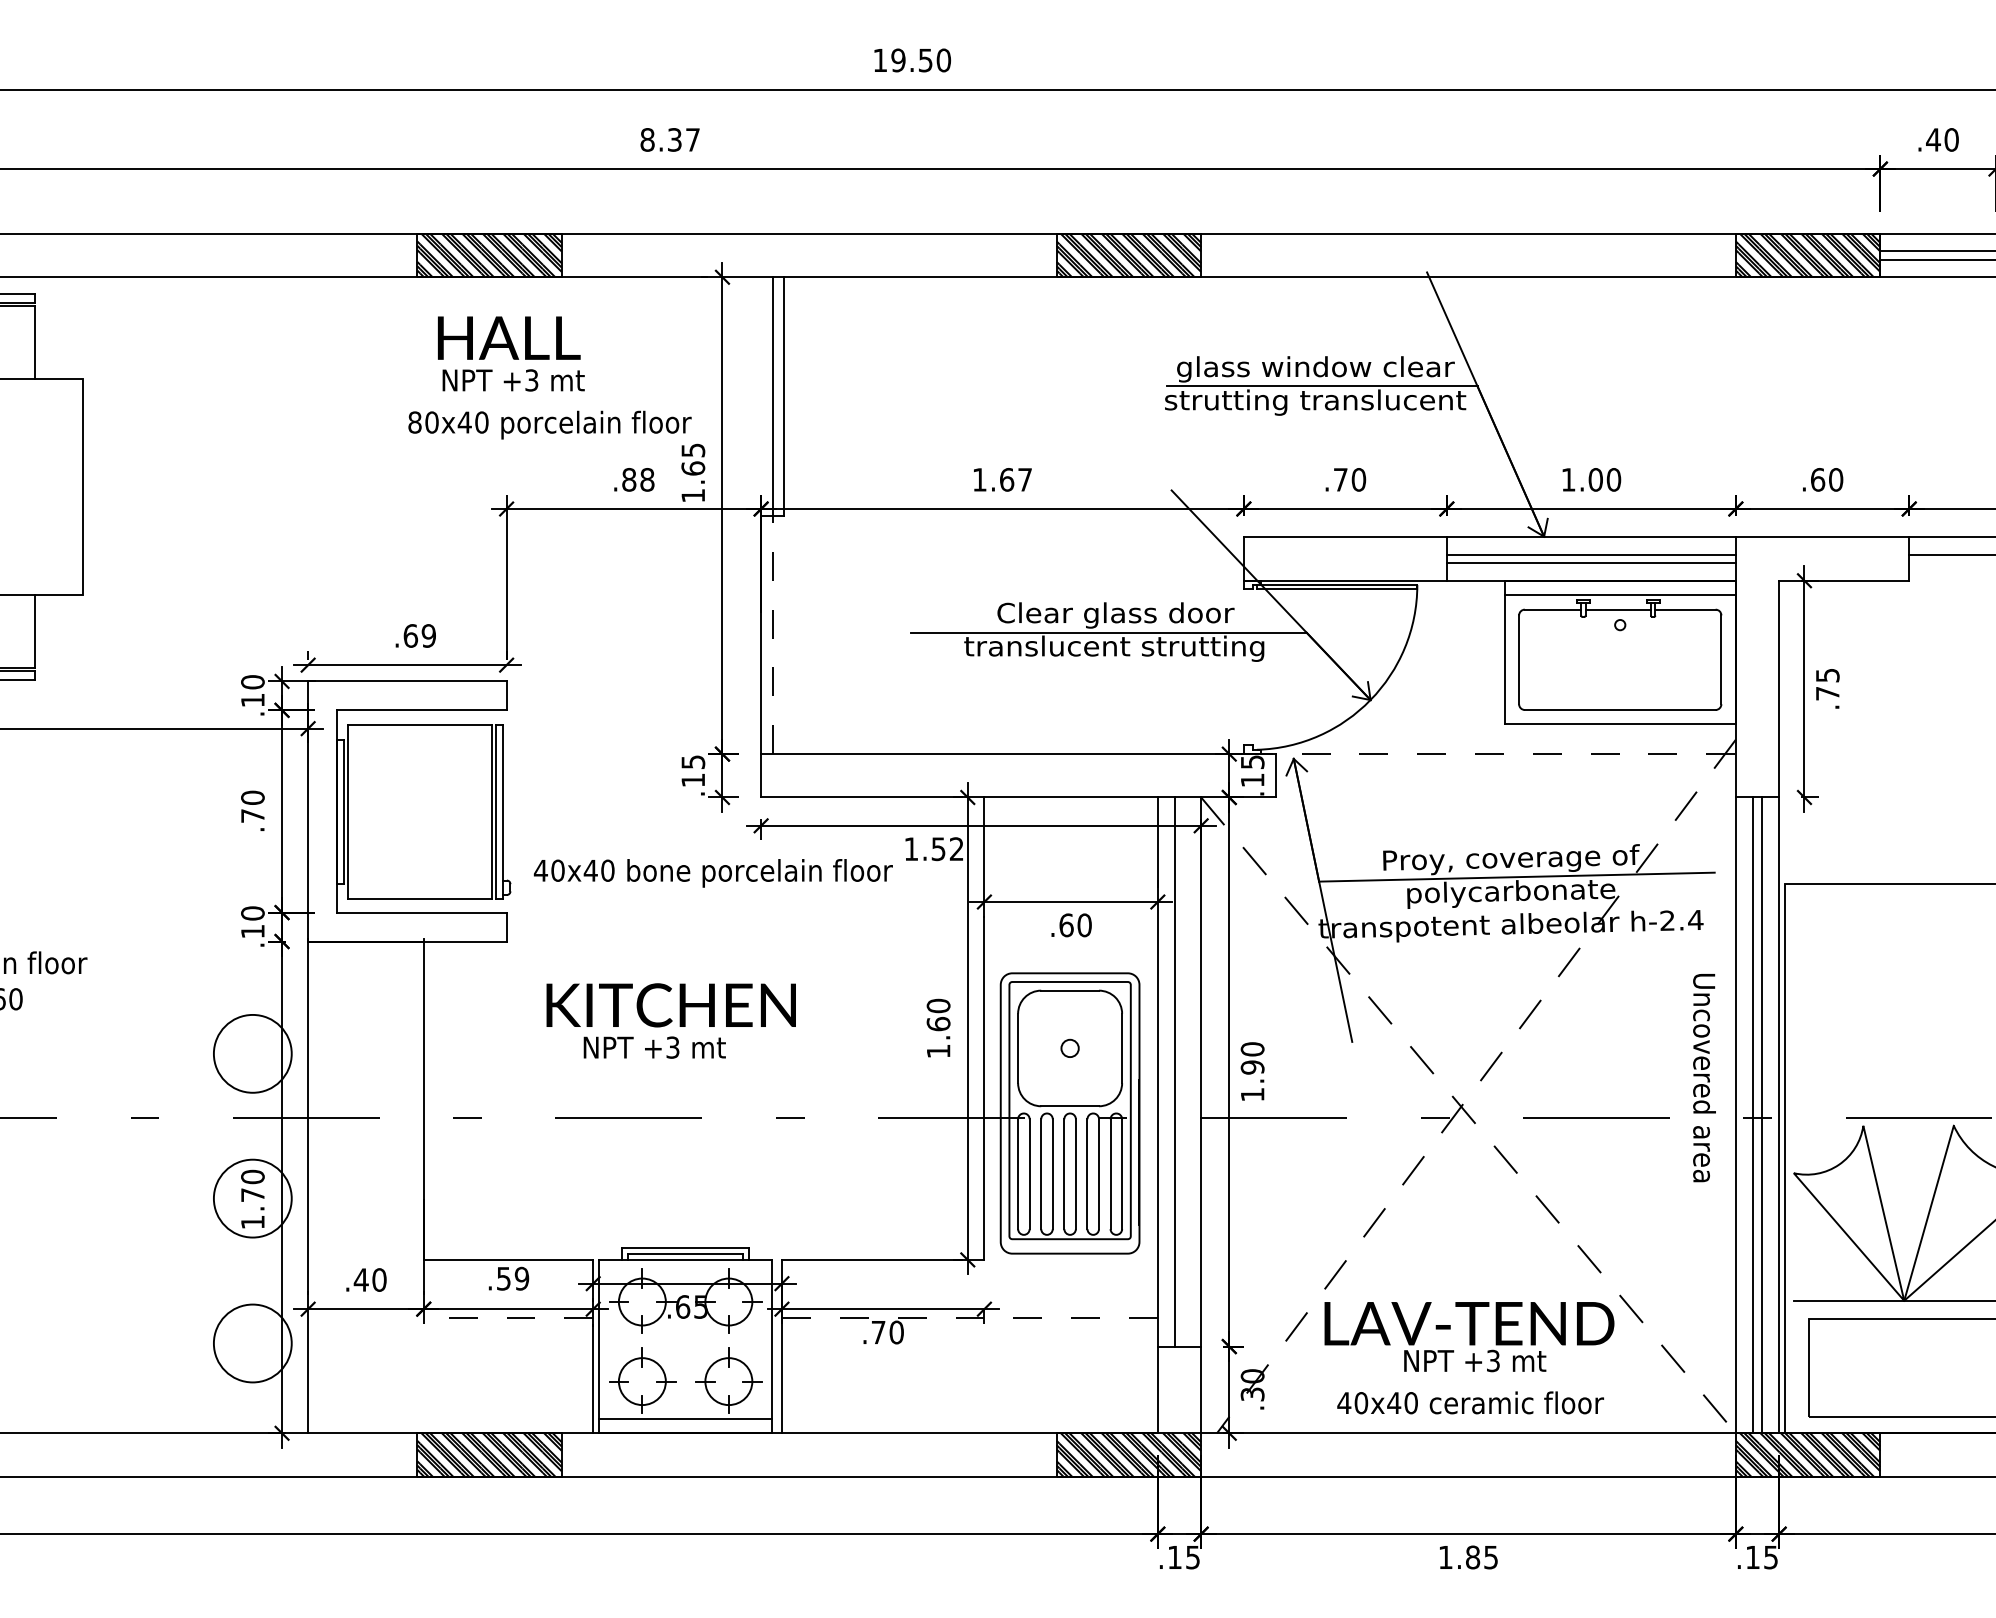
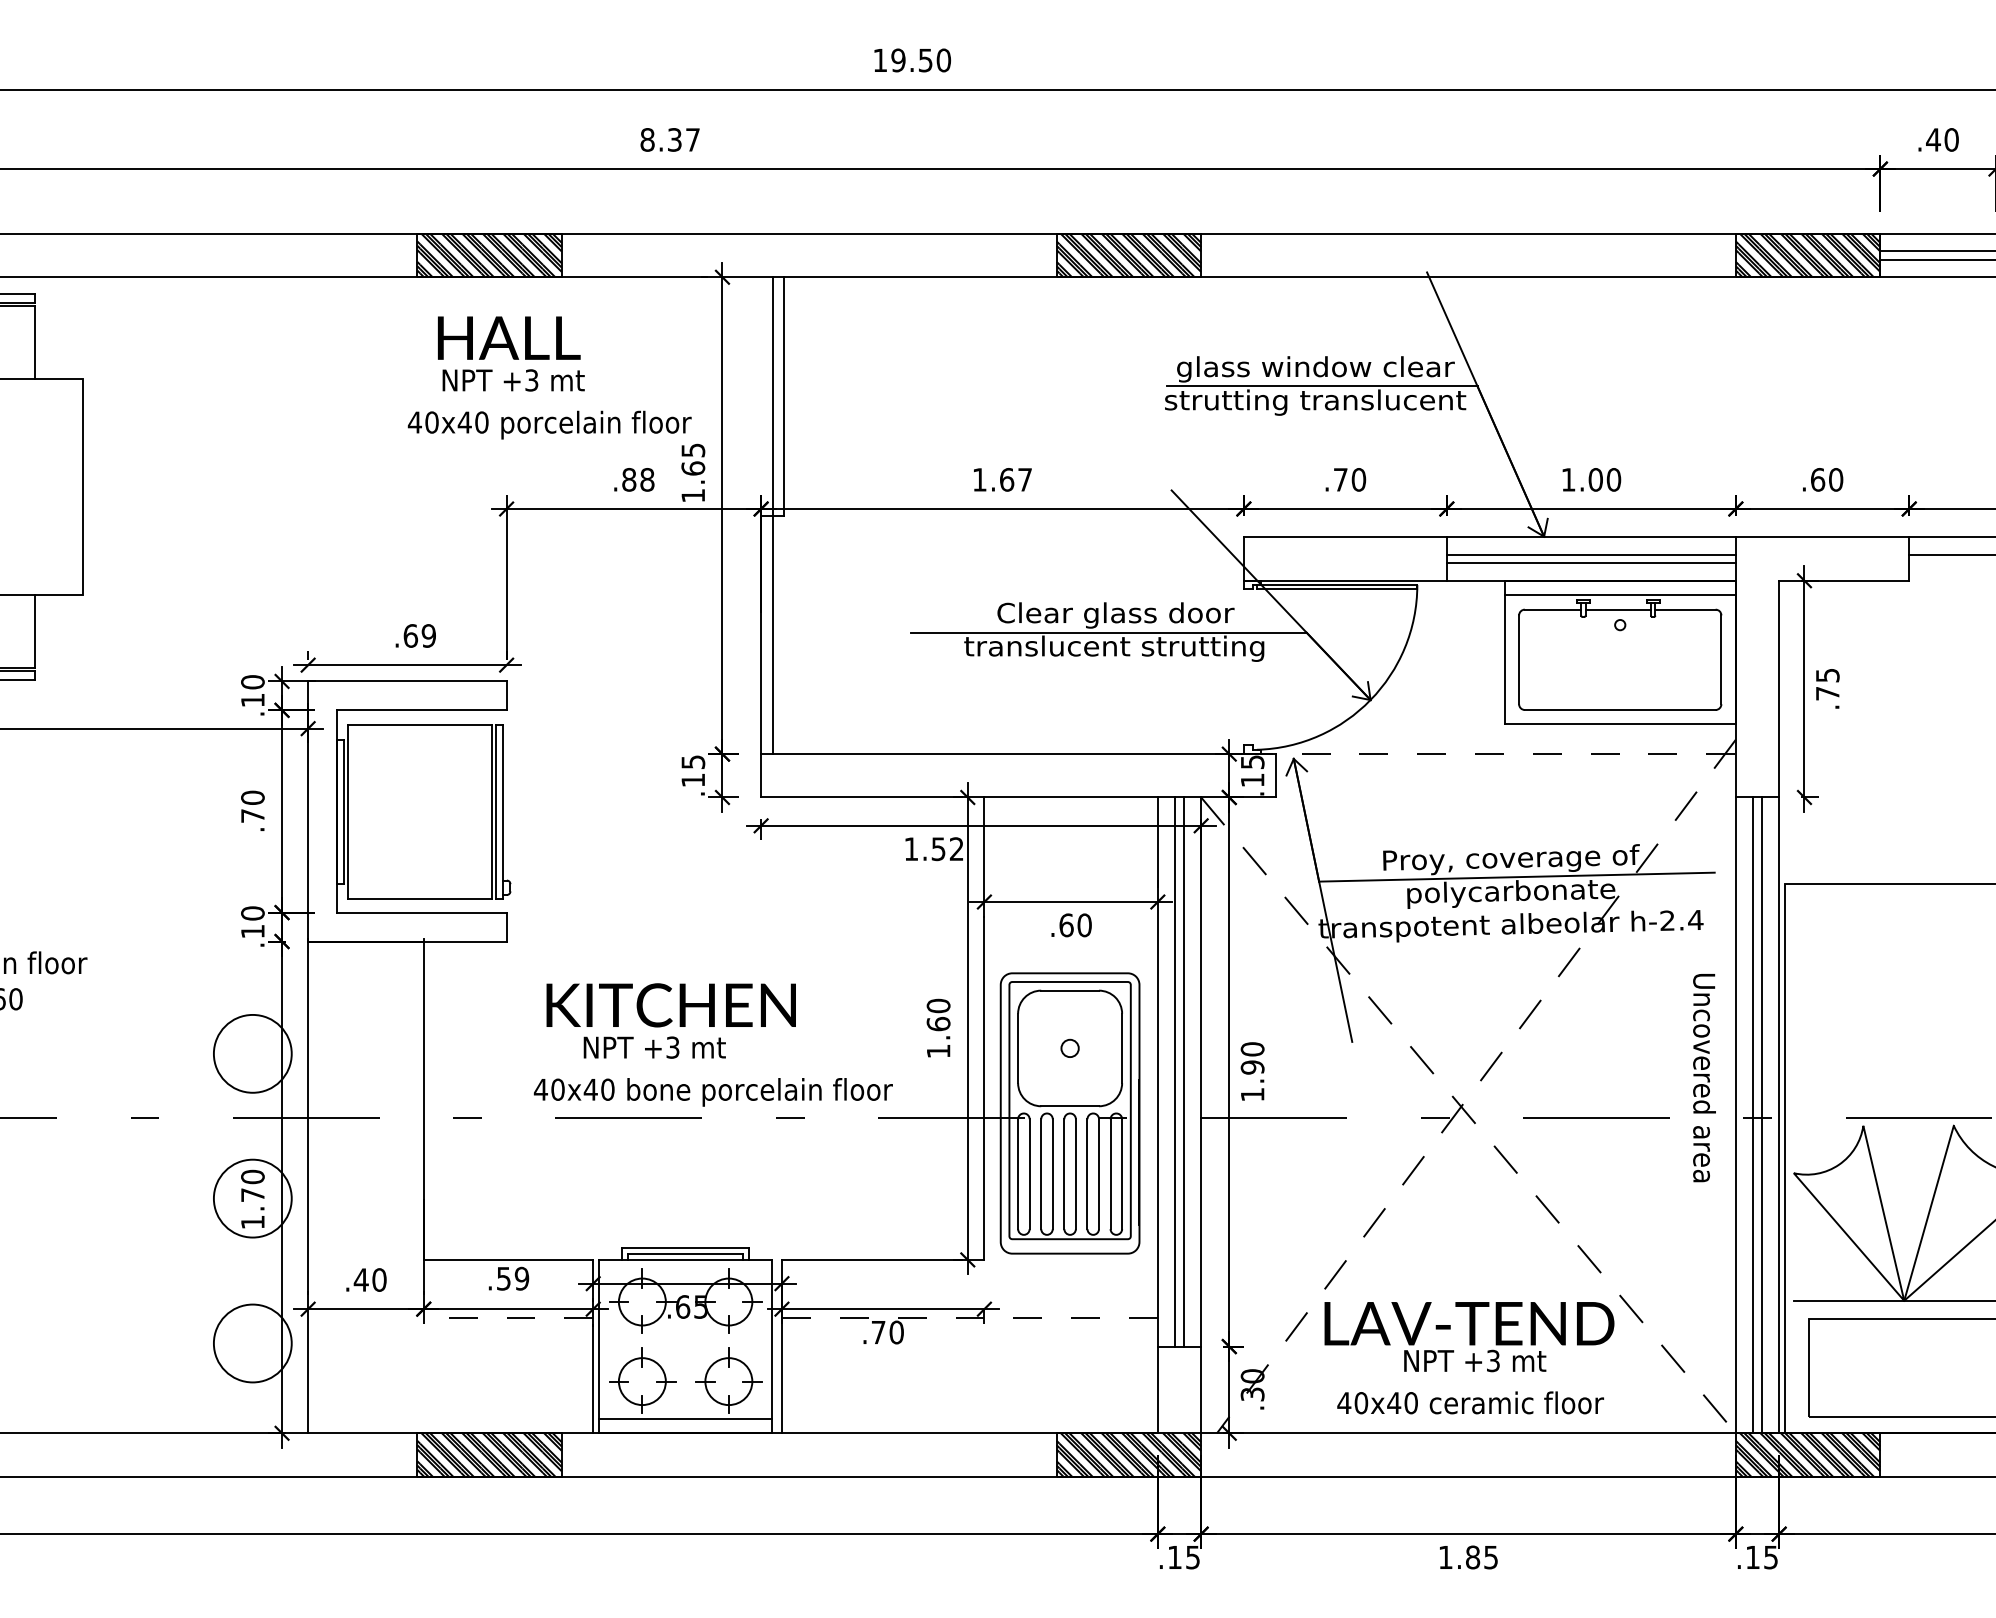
text at (414, 422): 80x40 -> 40x40
line at (772, 634): dashed -> solid
text at (712, 873) position: (712, 873) -> (712, 1092)
line at (1183, 1071): none -> present
